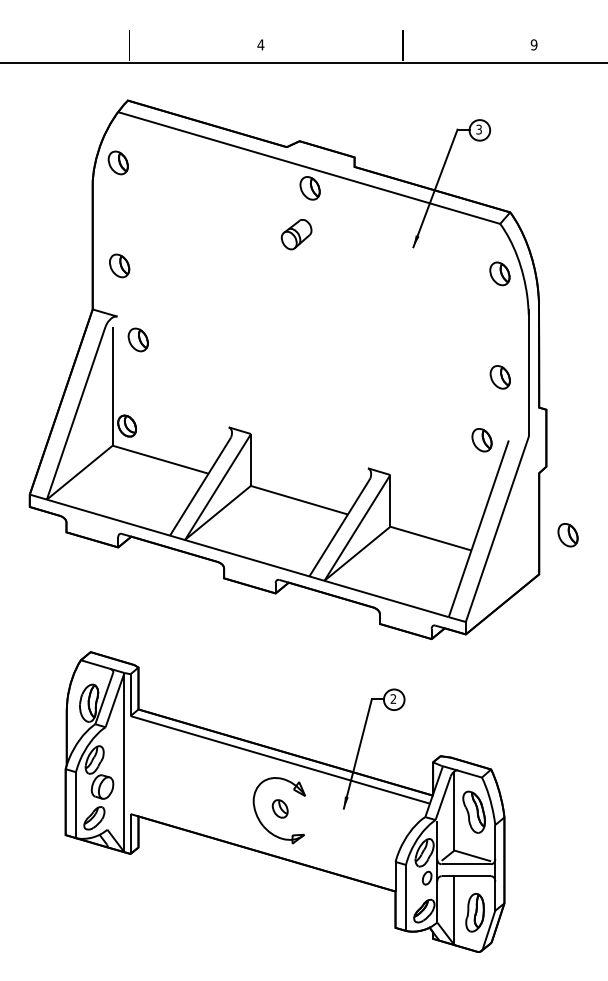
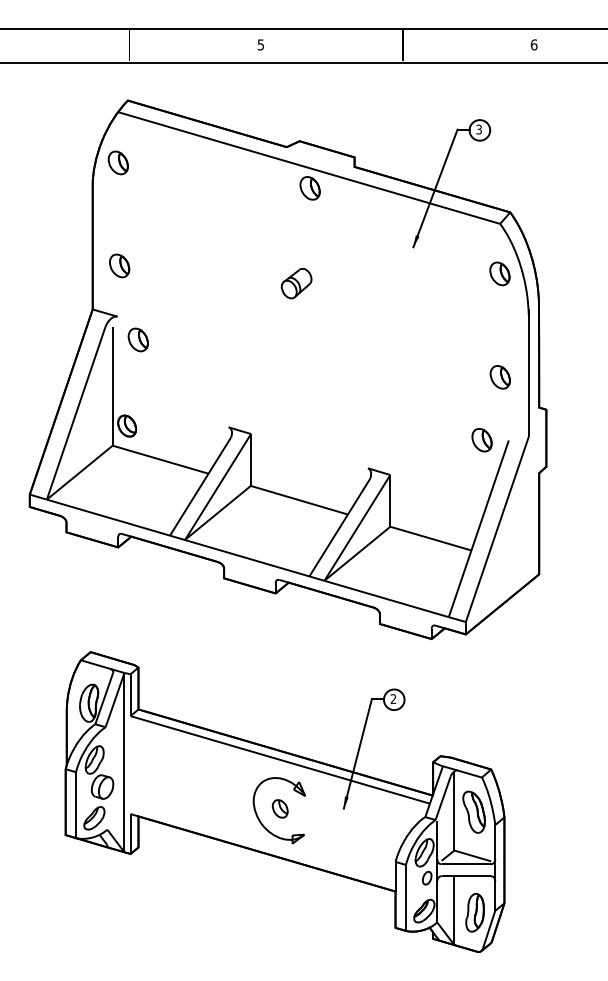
line at (303, 29): none -> present
text at (260, 44): 4 -> 5
text at (533, 44): 9 -> 6
part at (296, 234) position: (296, 234) -> (296, 283)
part at (567, 535): present -> none
